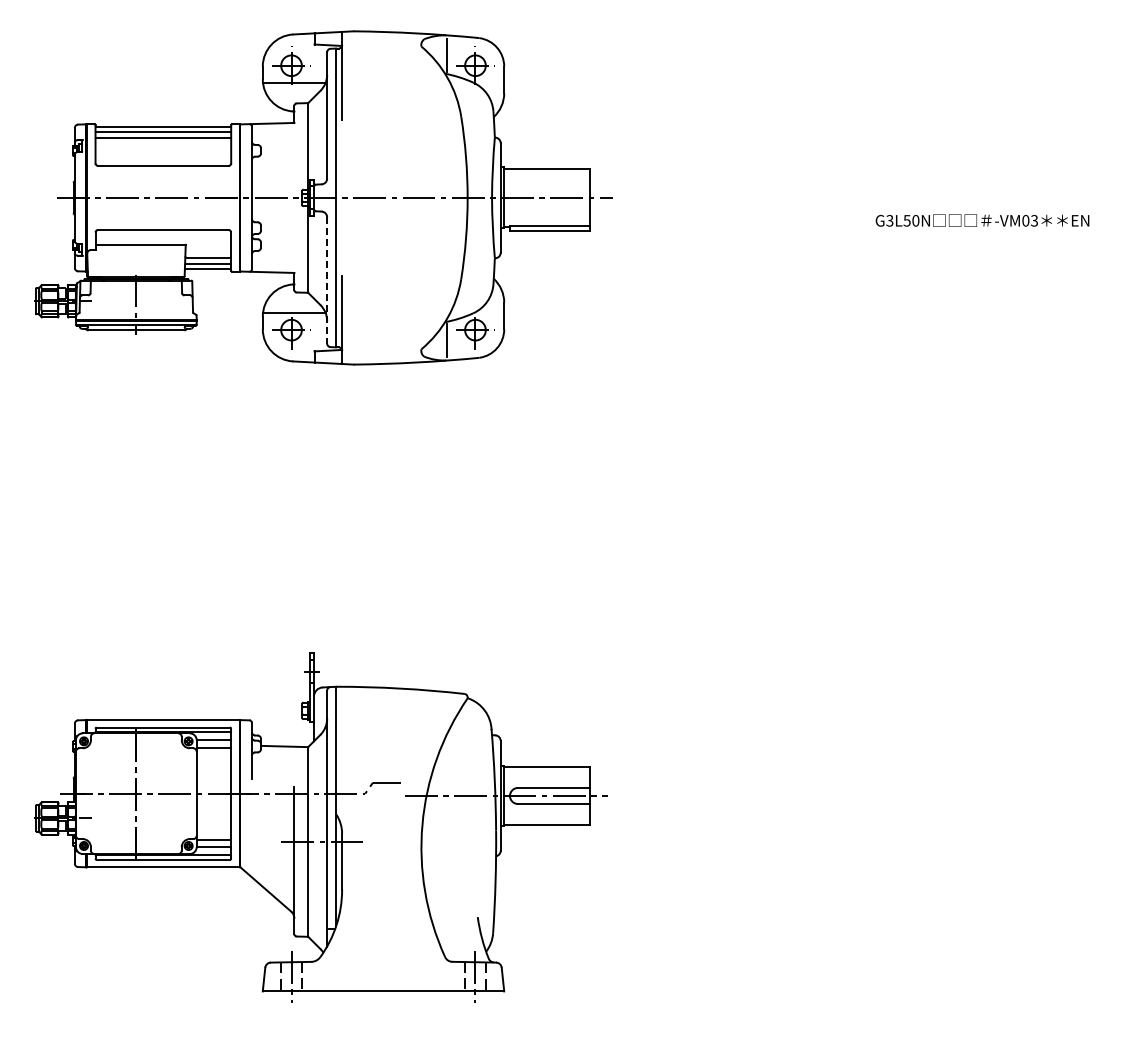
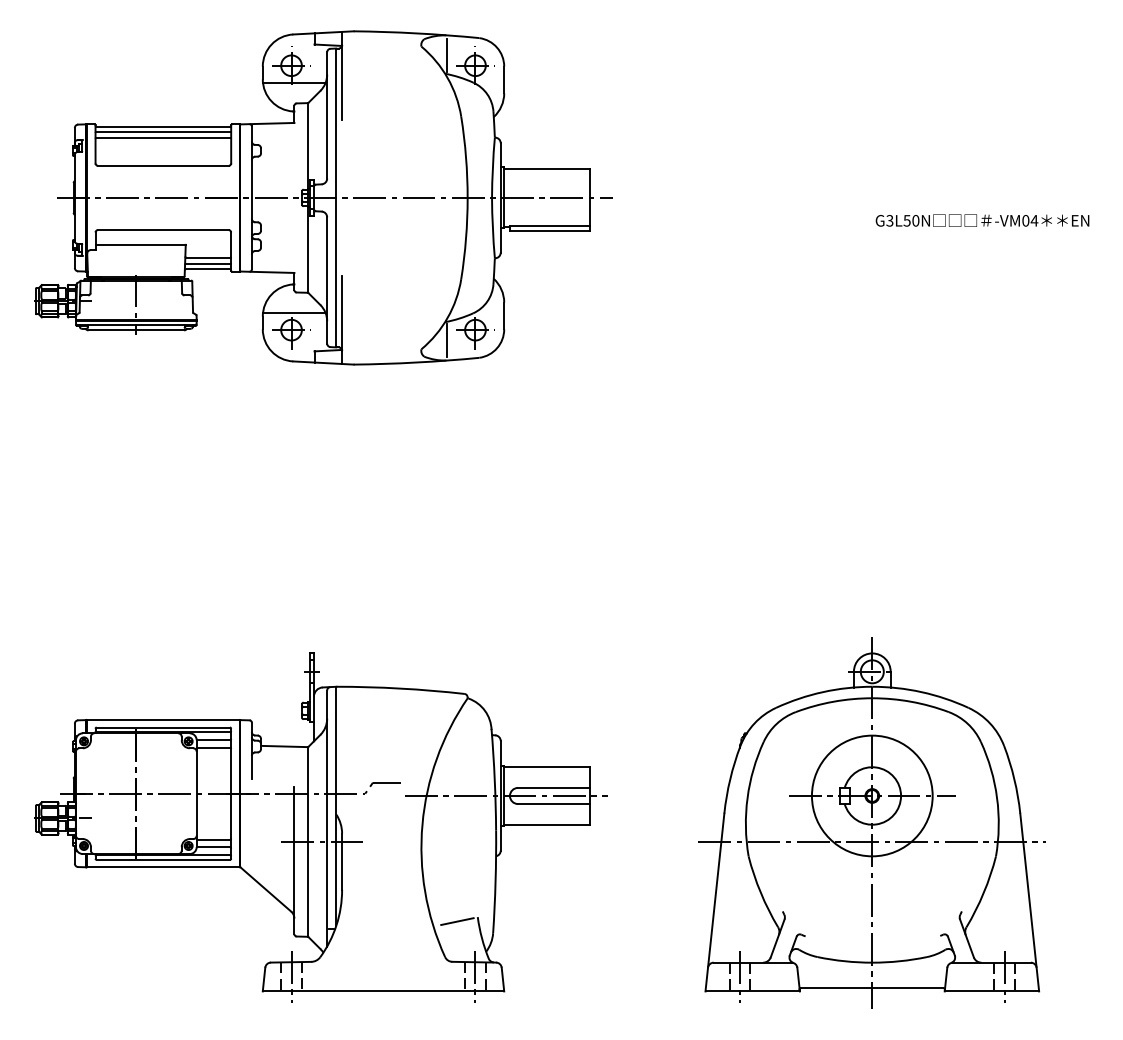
text at (1034, 220): -VM03 -> -VM04
line at (327, 280): dashed -> solid
part at (871, 822): none -> present
line at (457, 921): none -> present
